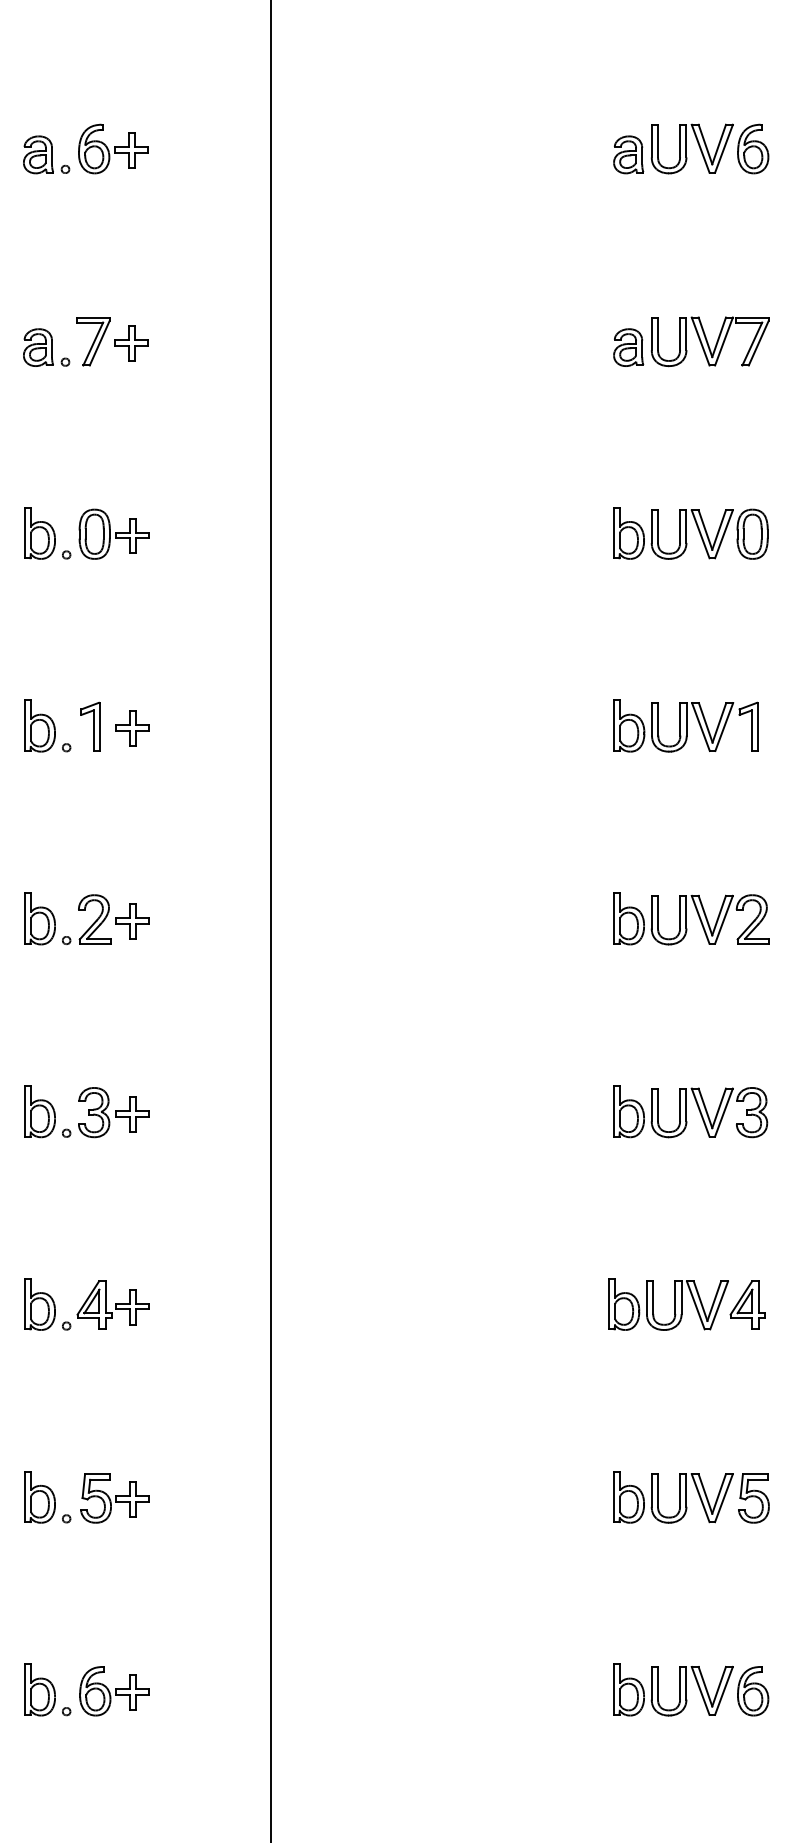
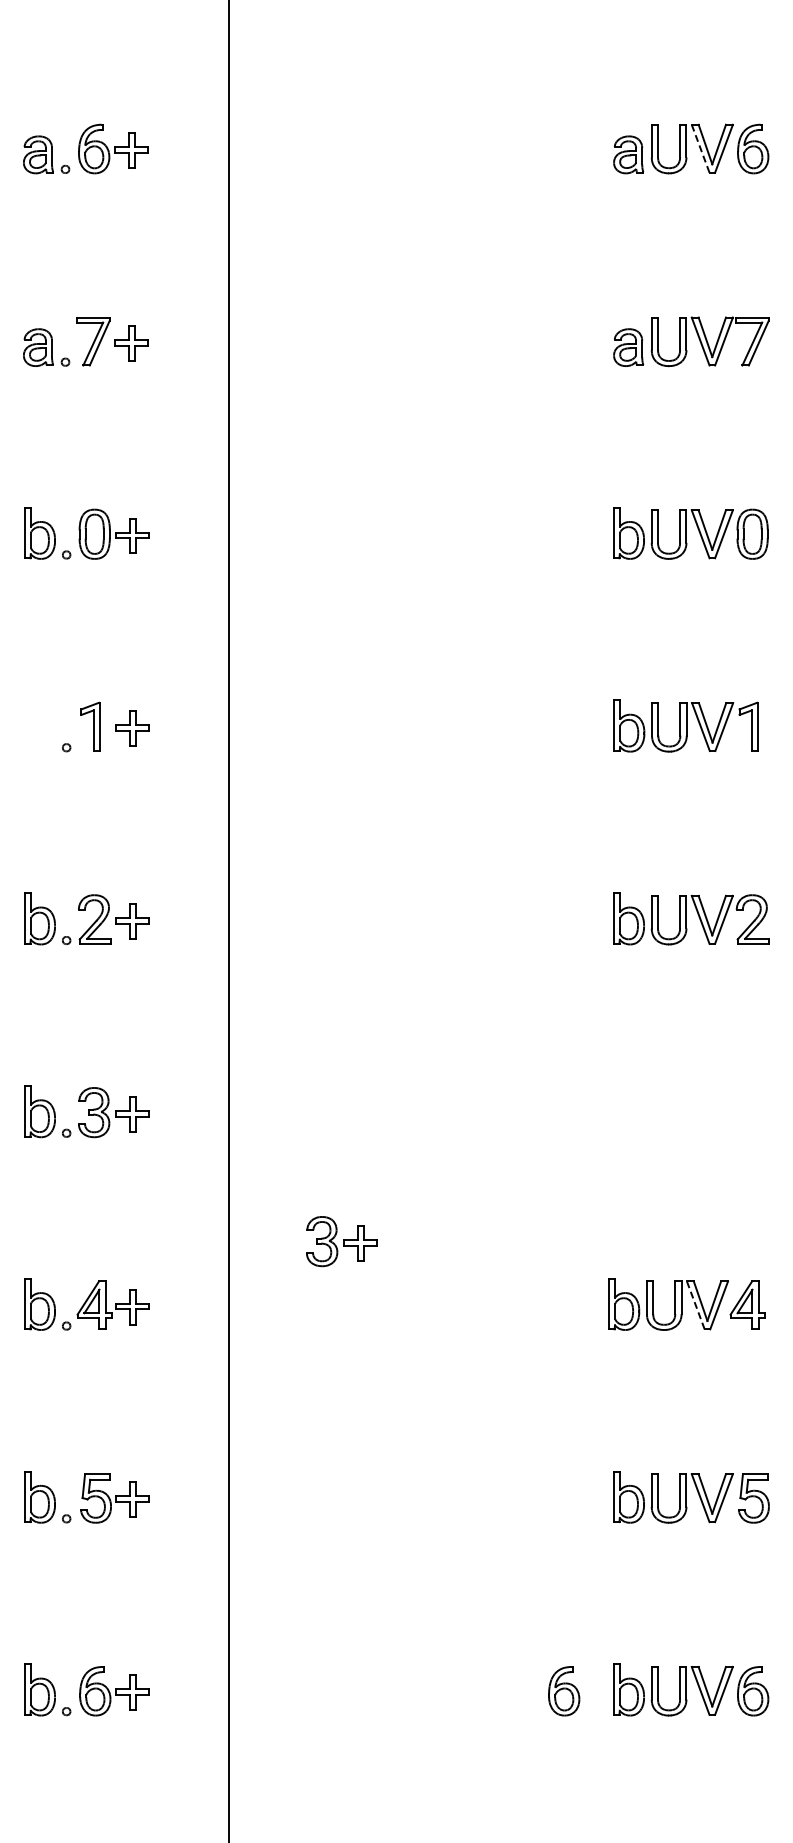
line at (700, 148): solid -> dashed
part at (39, 725): present -> none
line at (270, 920) position: (270, 920) -> (228, 920)
part at (690, 1111): present -> none
part at (341, 1241): none -> present
line at (695, 1305): solid -> dashed
part at (564, 1691): none -> present
